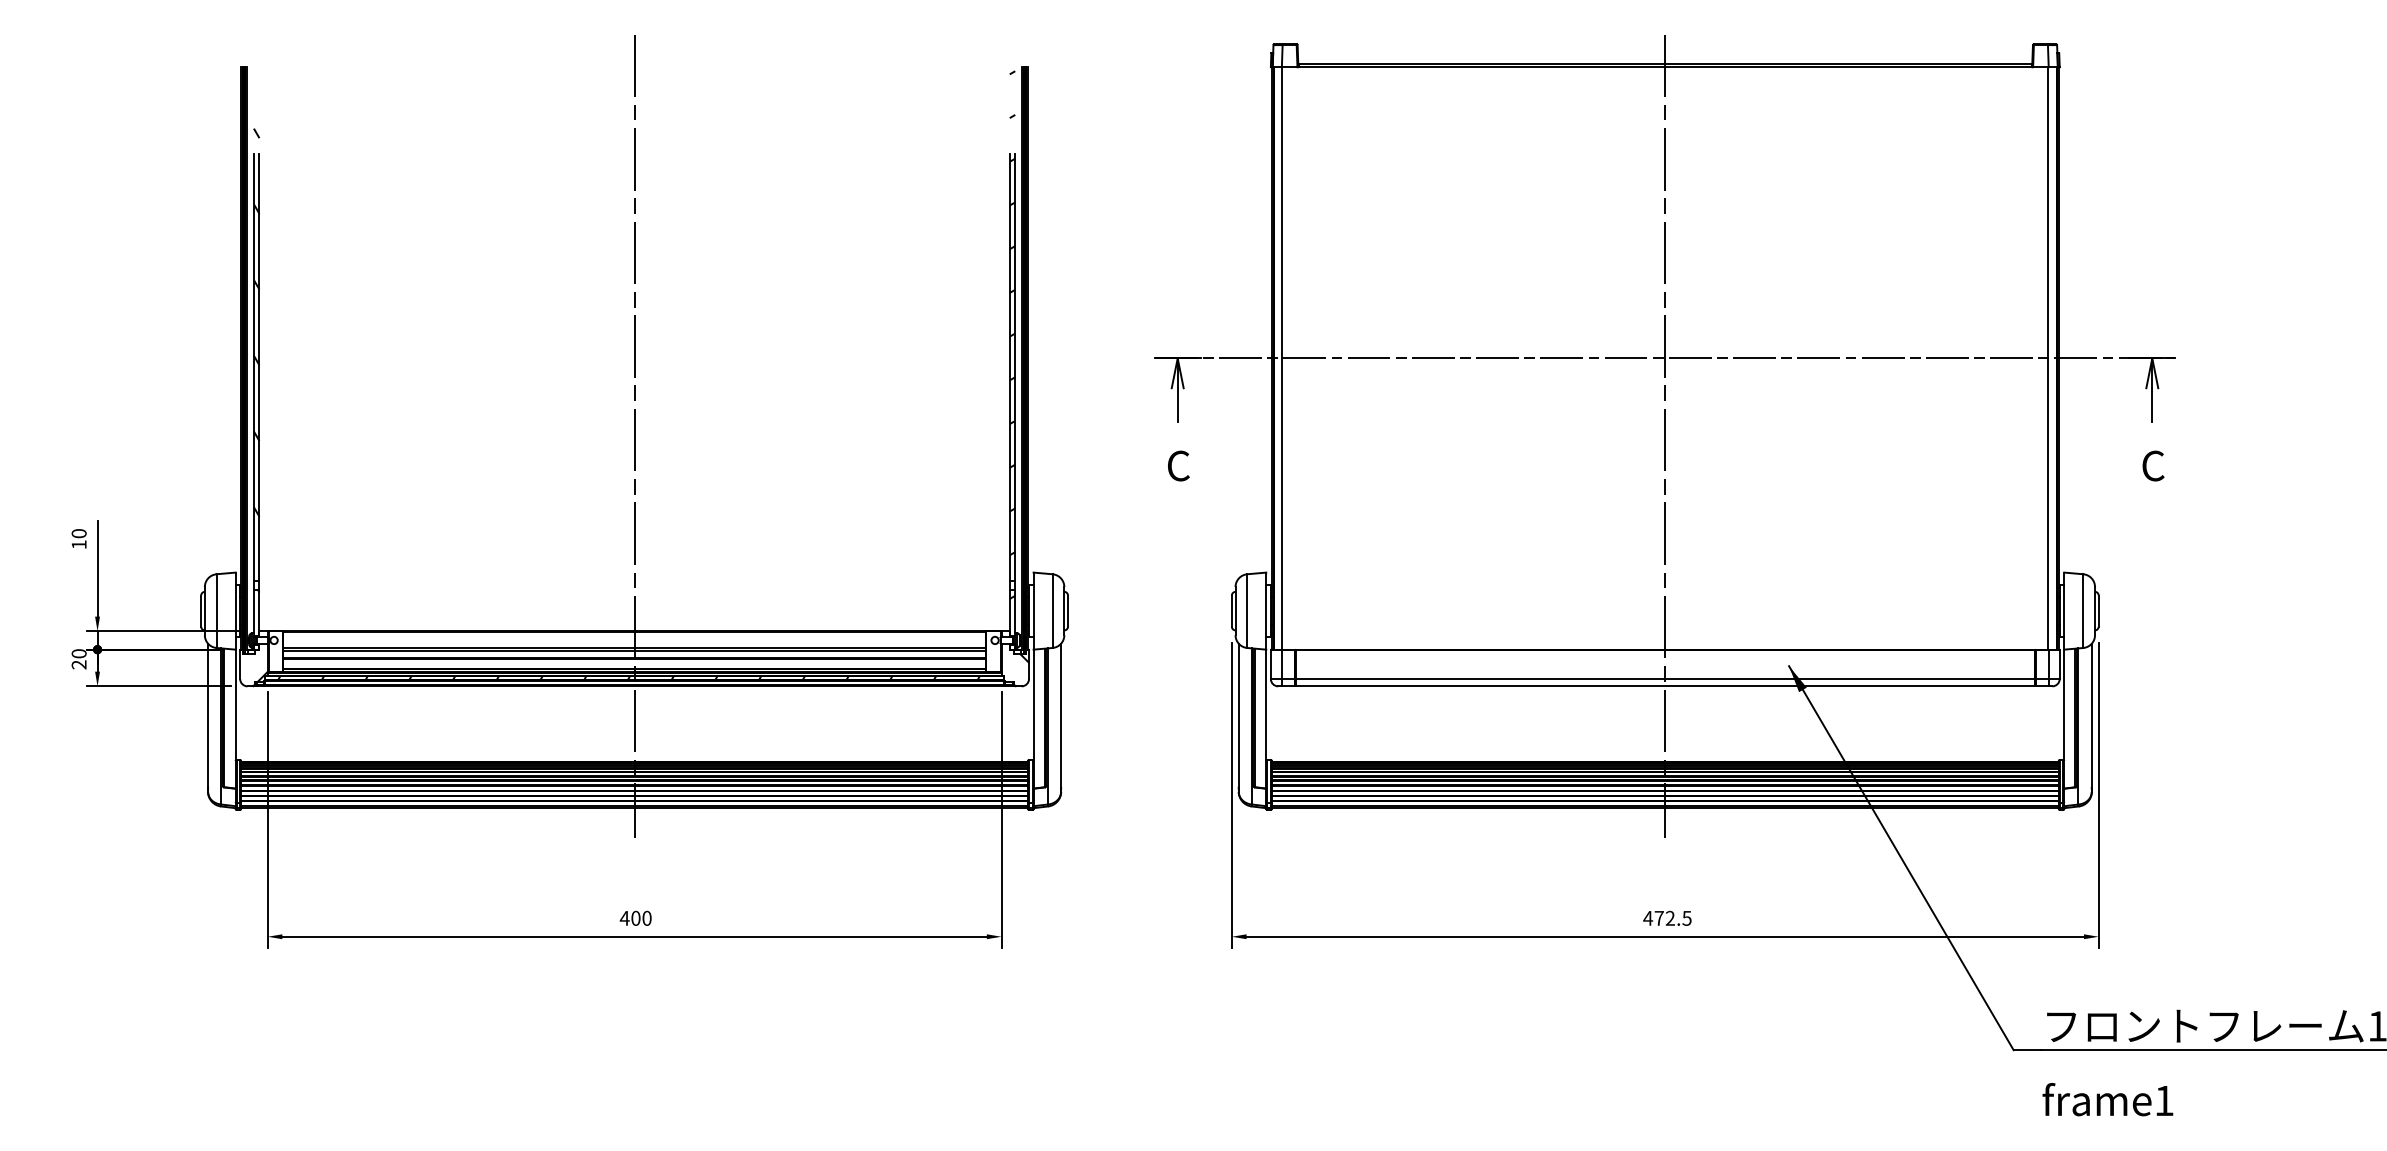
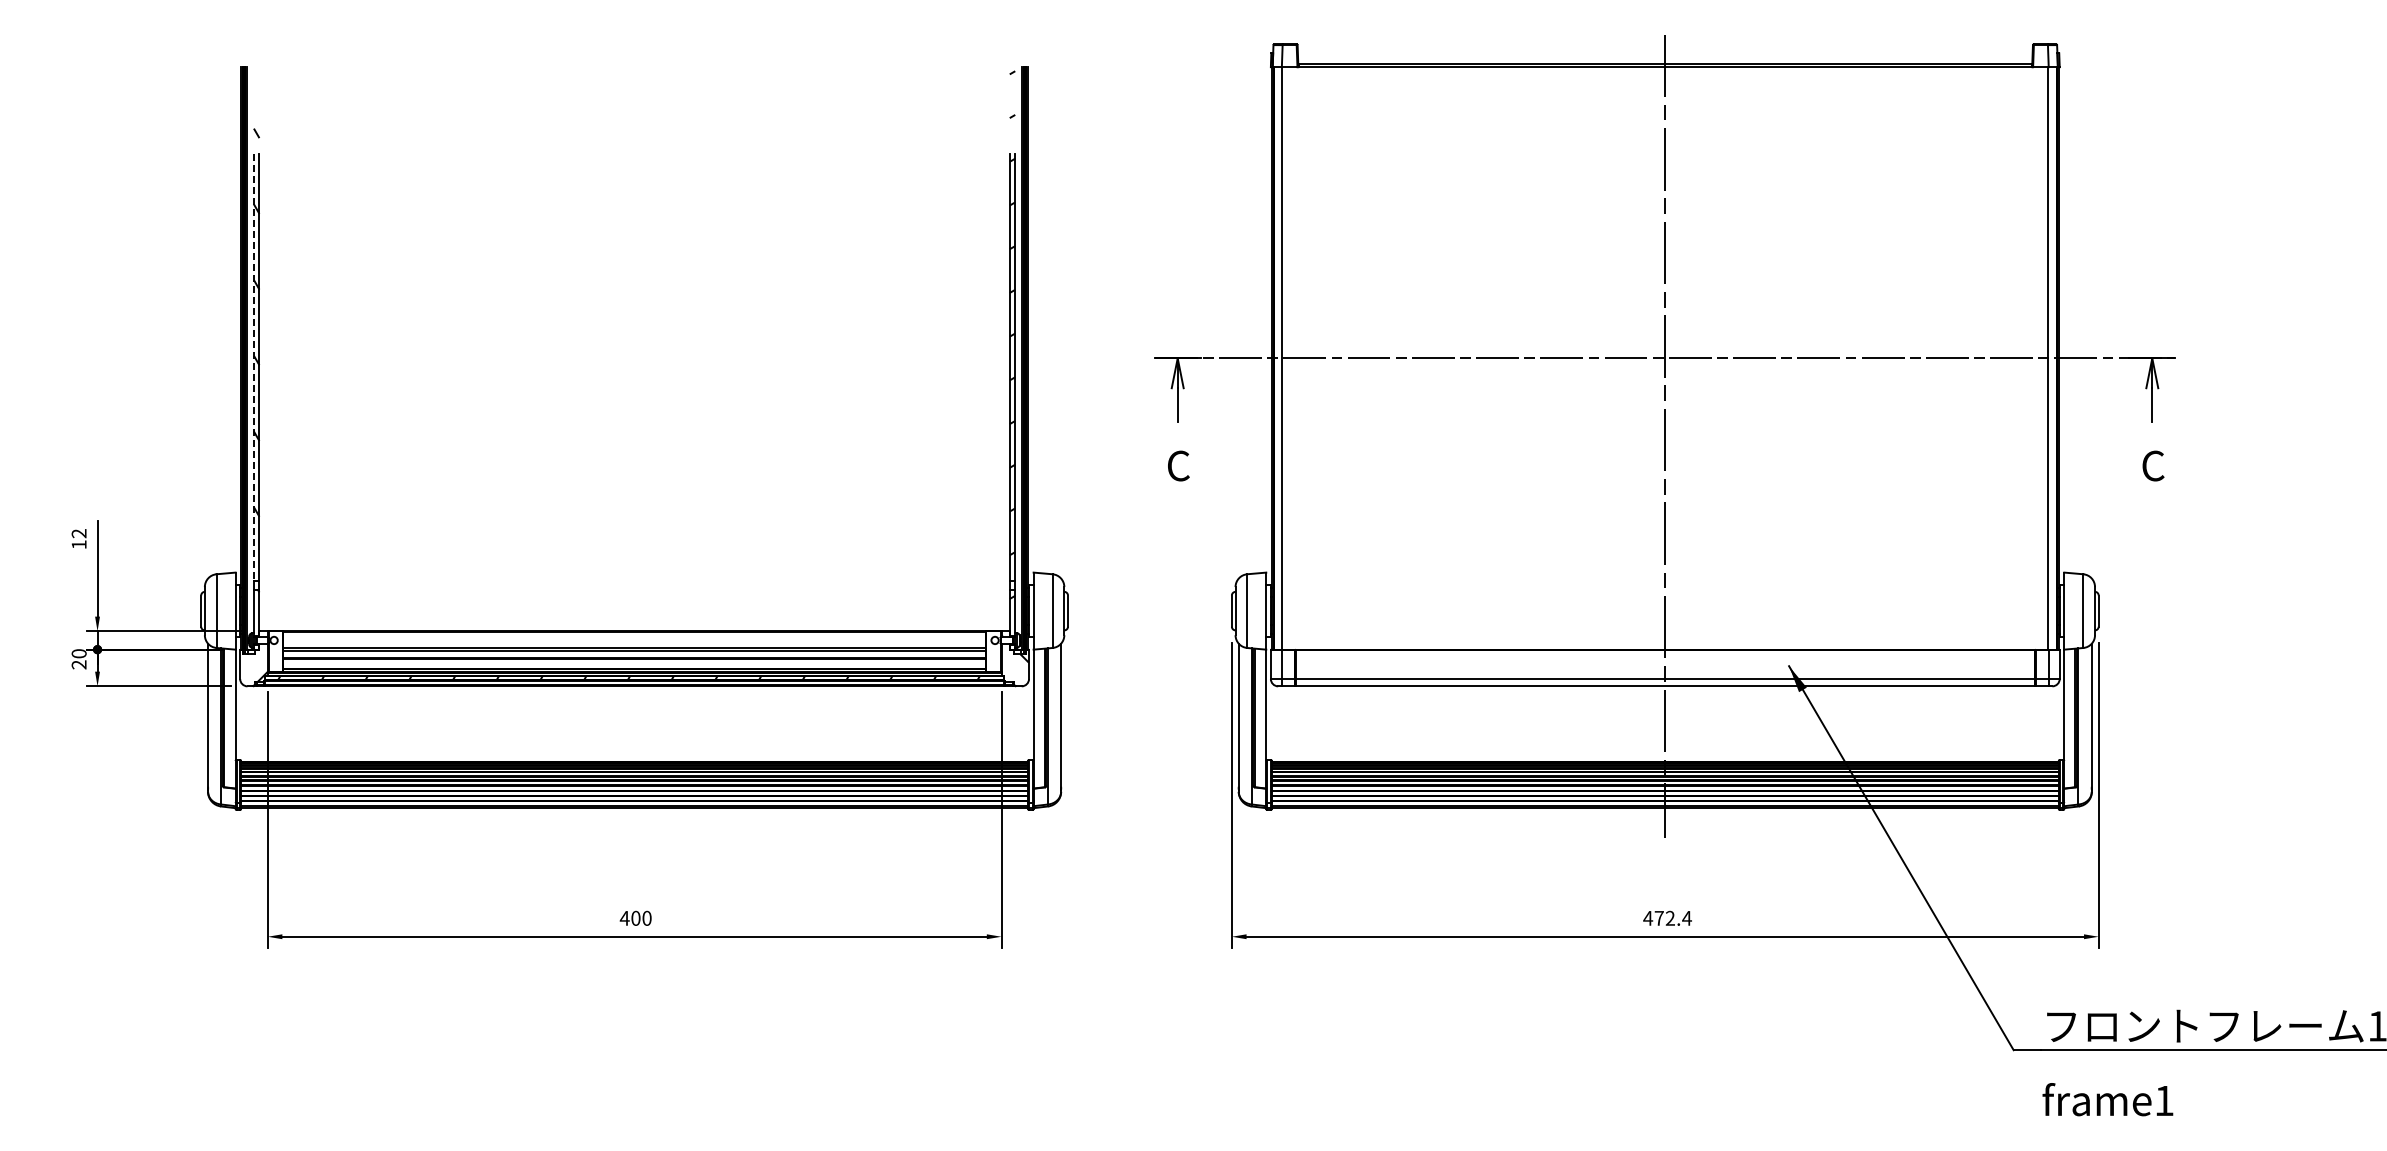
line at (253, 367): solid -> dashed
line at (634, 435): present -> none
text at (78, 533): 10 -> 12
text at (1686, 918): 472.5 -> 472.4
